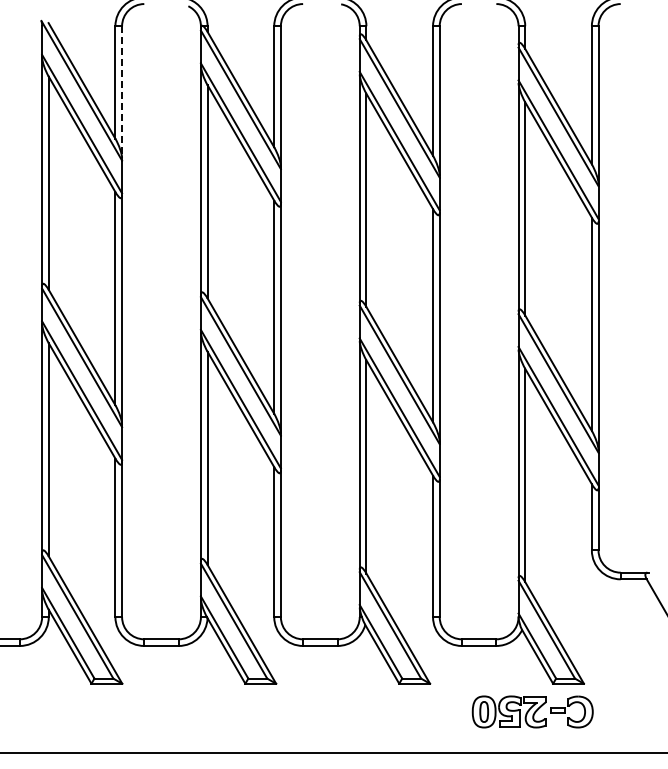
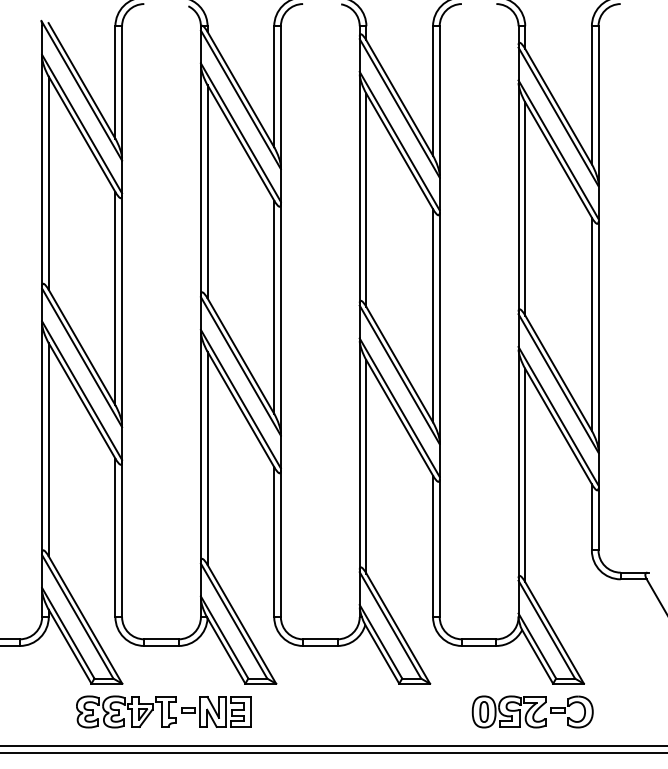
line at (122, 92): dashed -> solid
part at (163, 711): none -> present
line at (333, 745): none -> present
